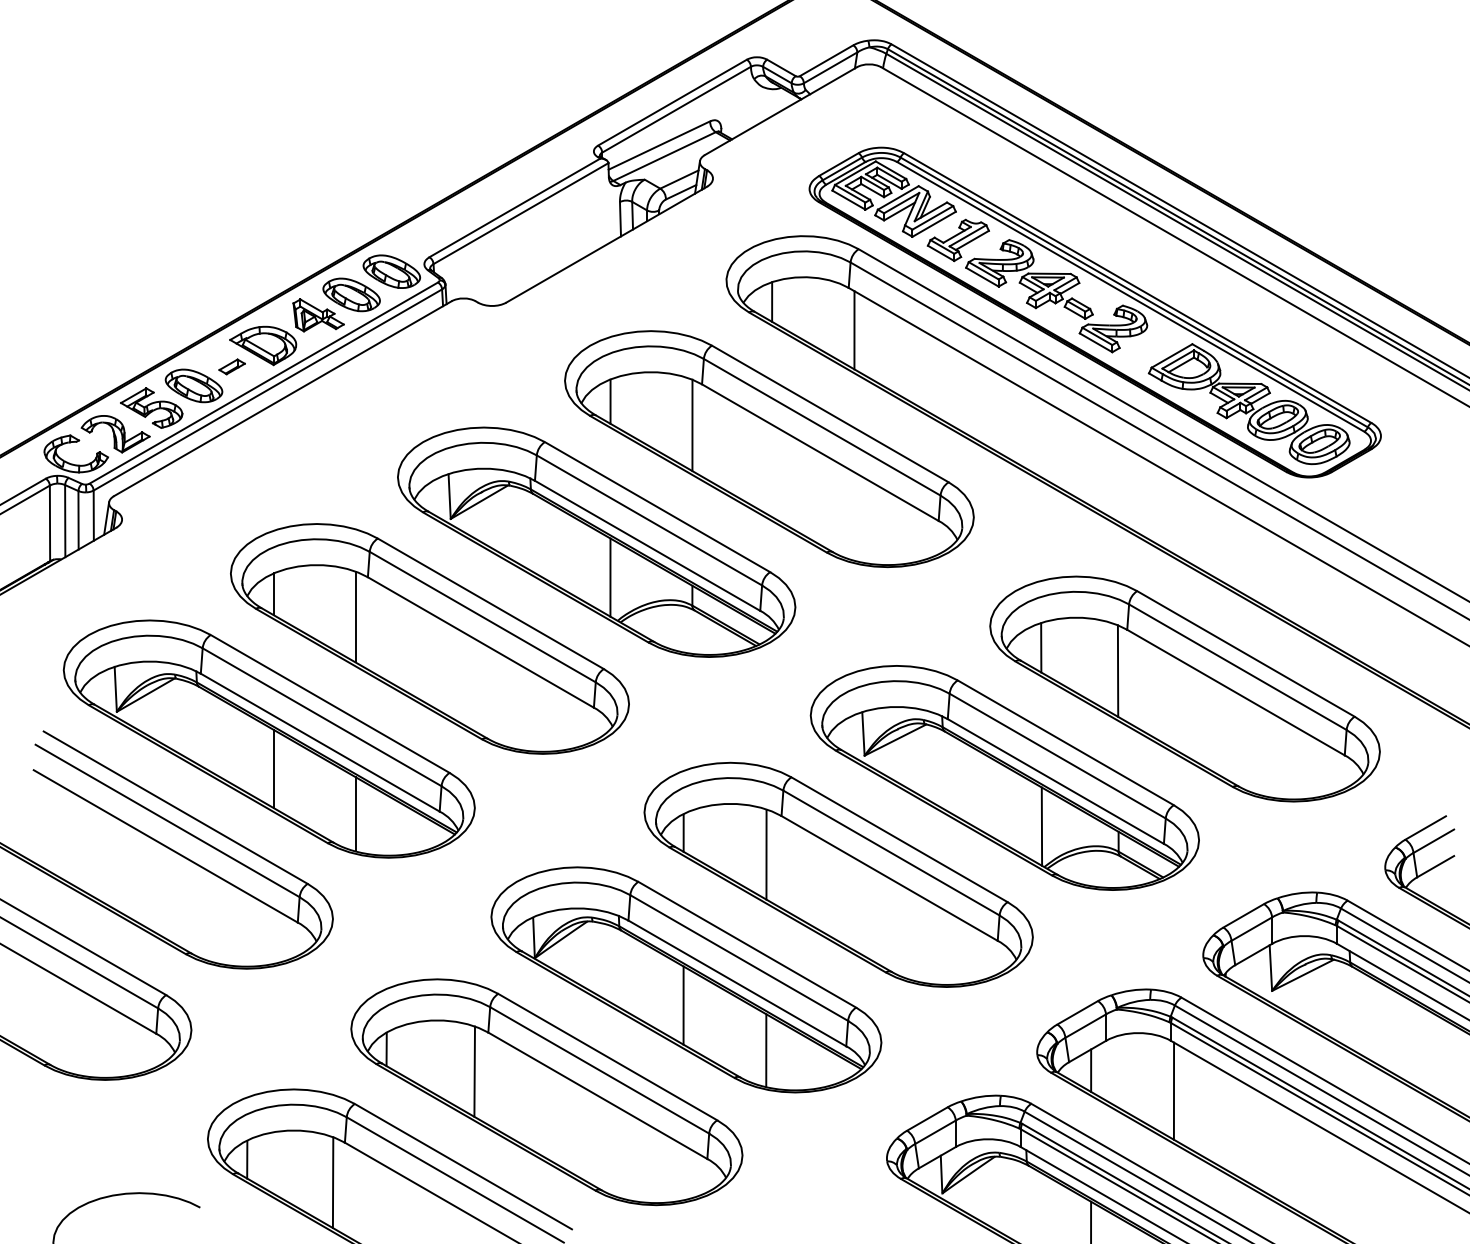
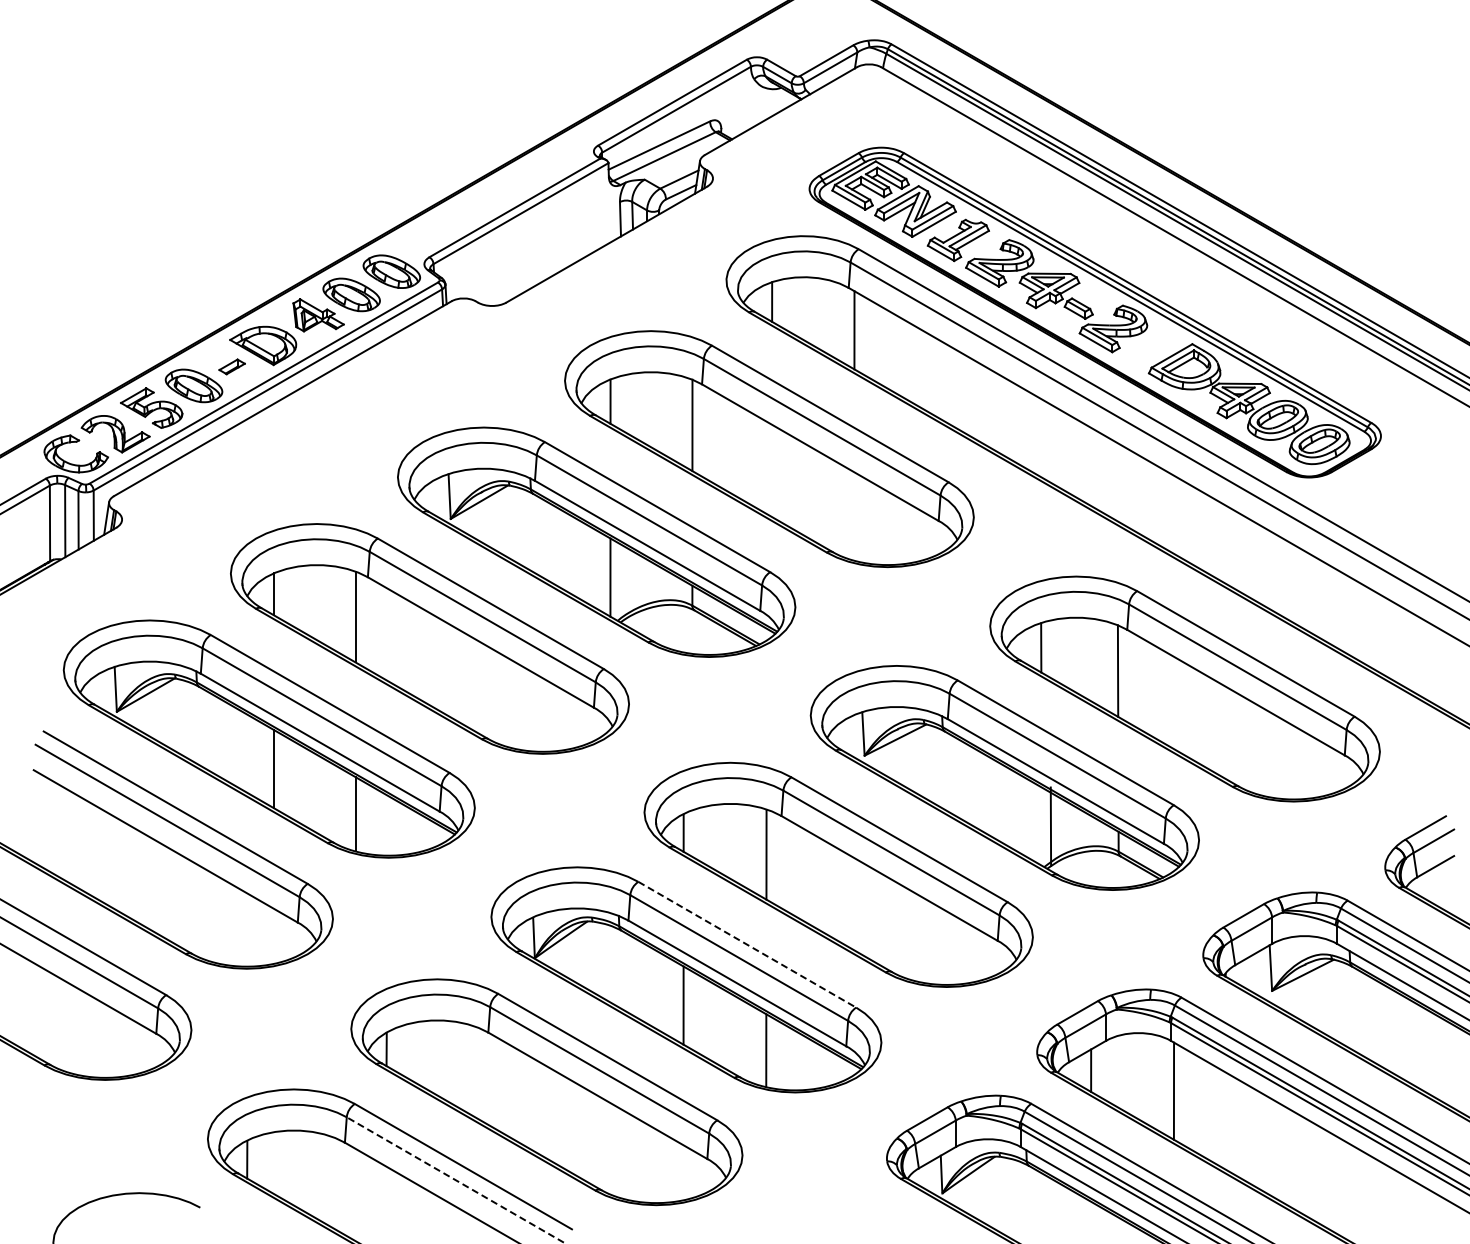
line at (1041, 826) position: (1041, 826) -> (1050, 826)
line at (747, 944): solid -> dashed
line at (474, 1071): present -> none
line at (454, 1179): solid -> dashed
line at (332, 1182): present -> none
line at (1091, 1220): present -> none
